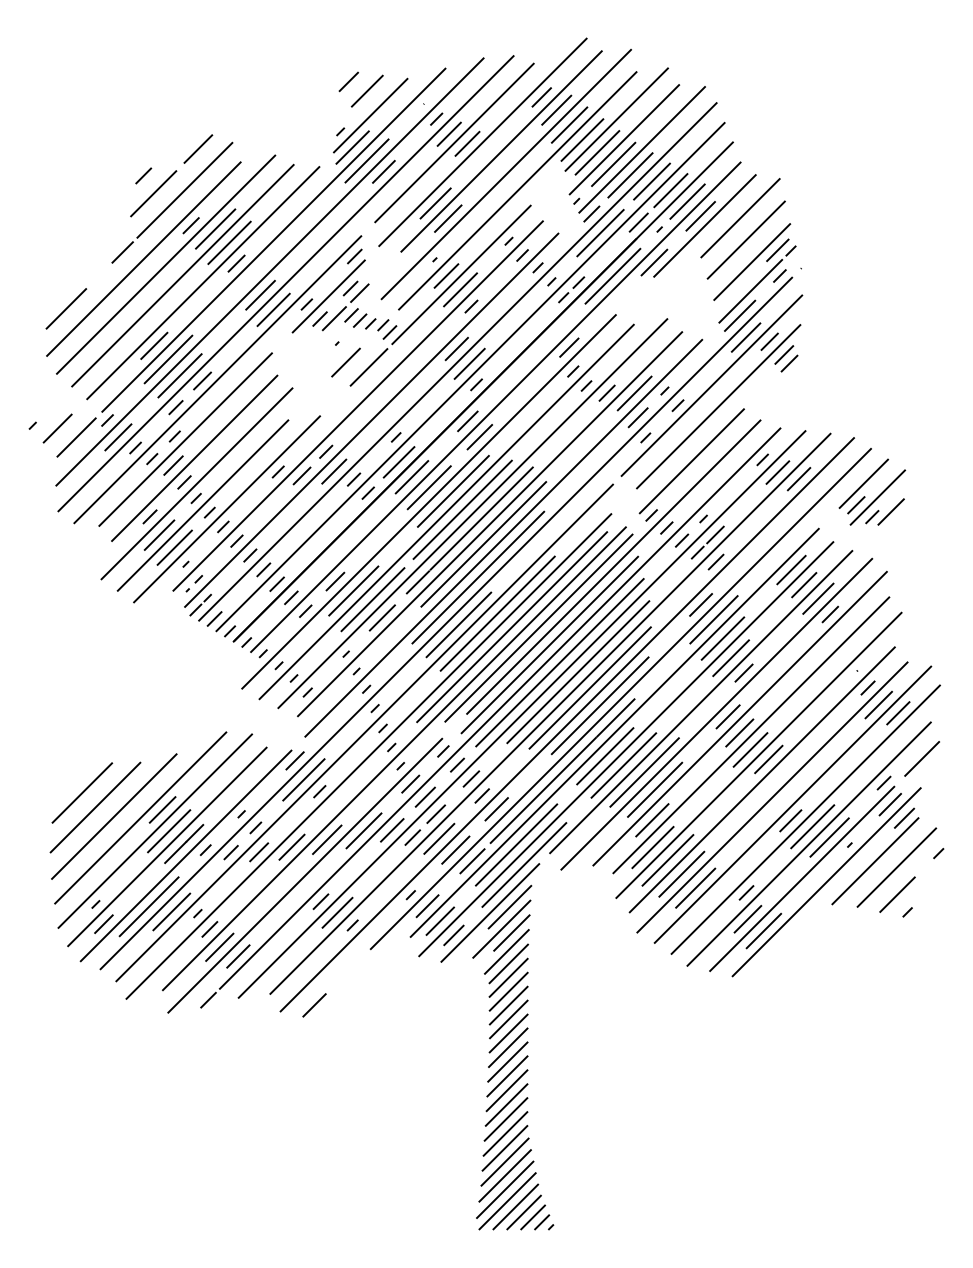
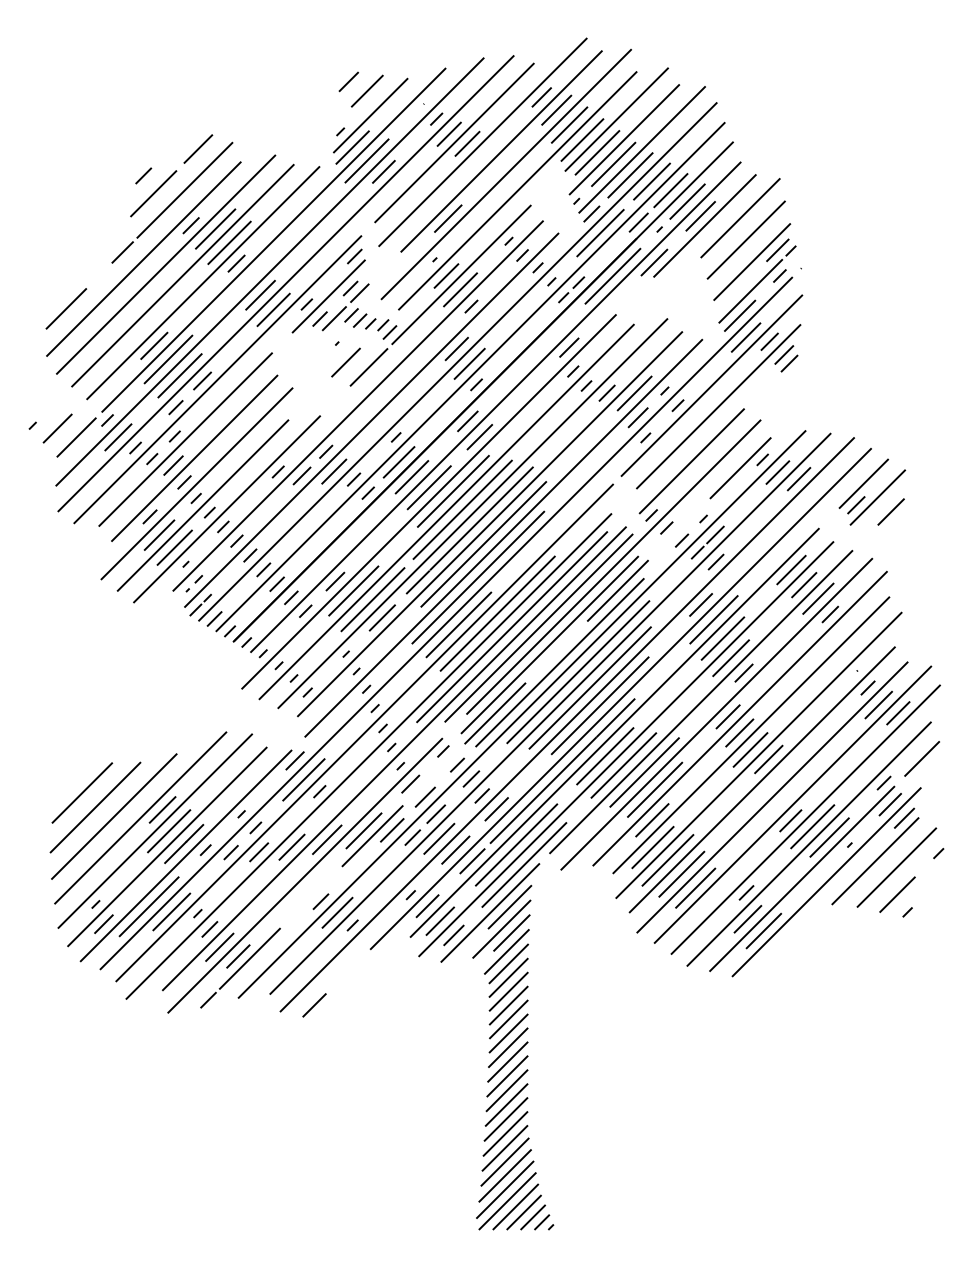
line at (435, 203): present -> none
line at (872, 517): present -> none
line at (500, 708): solid -> dashed
